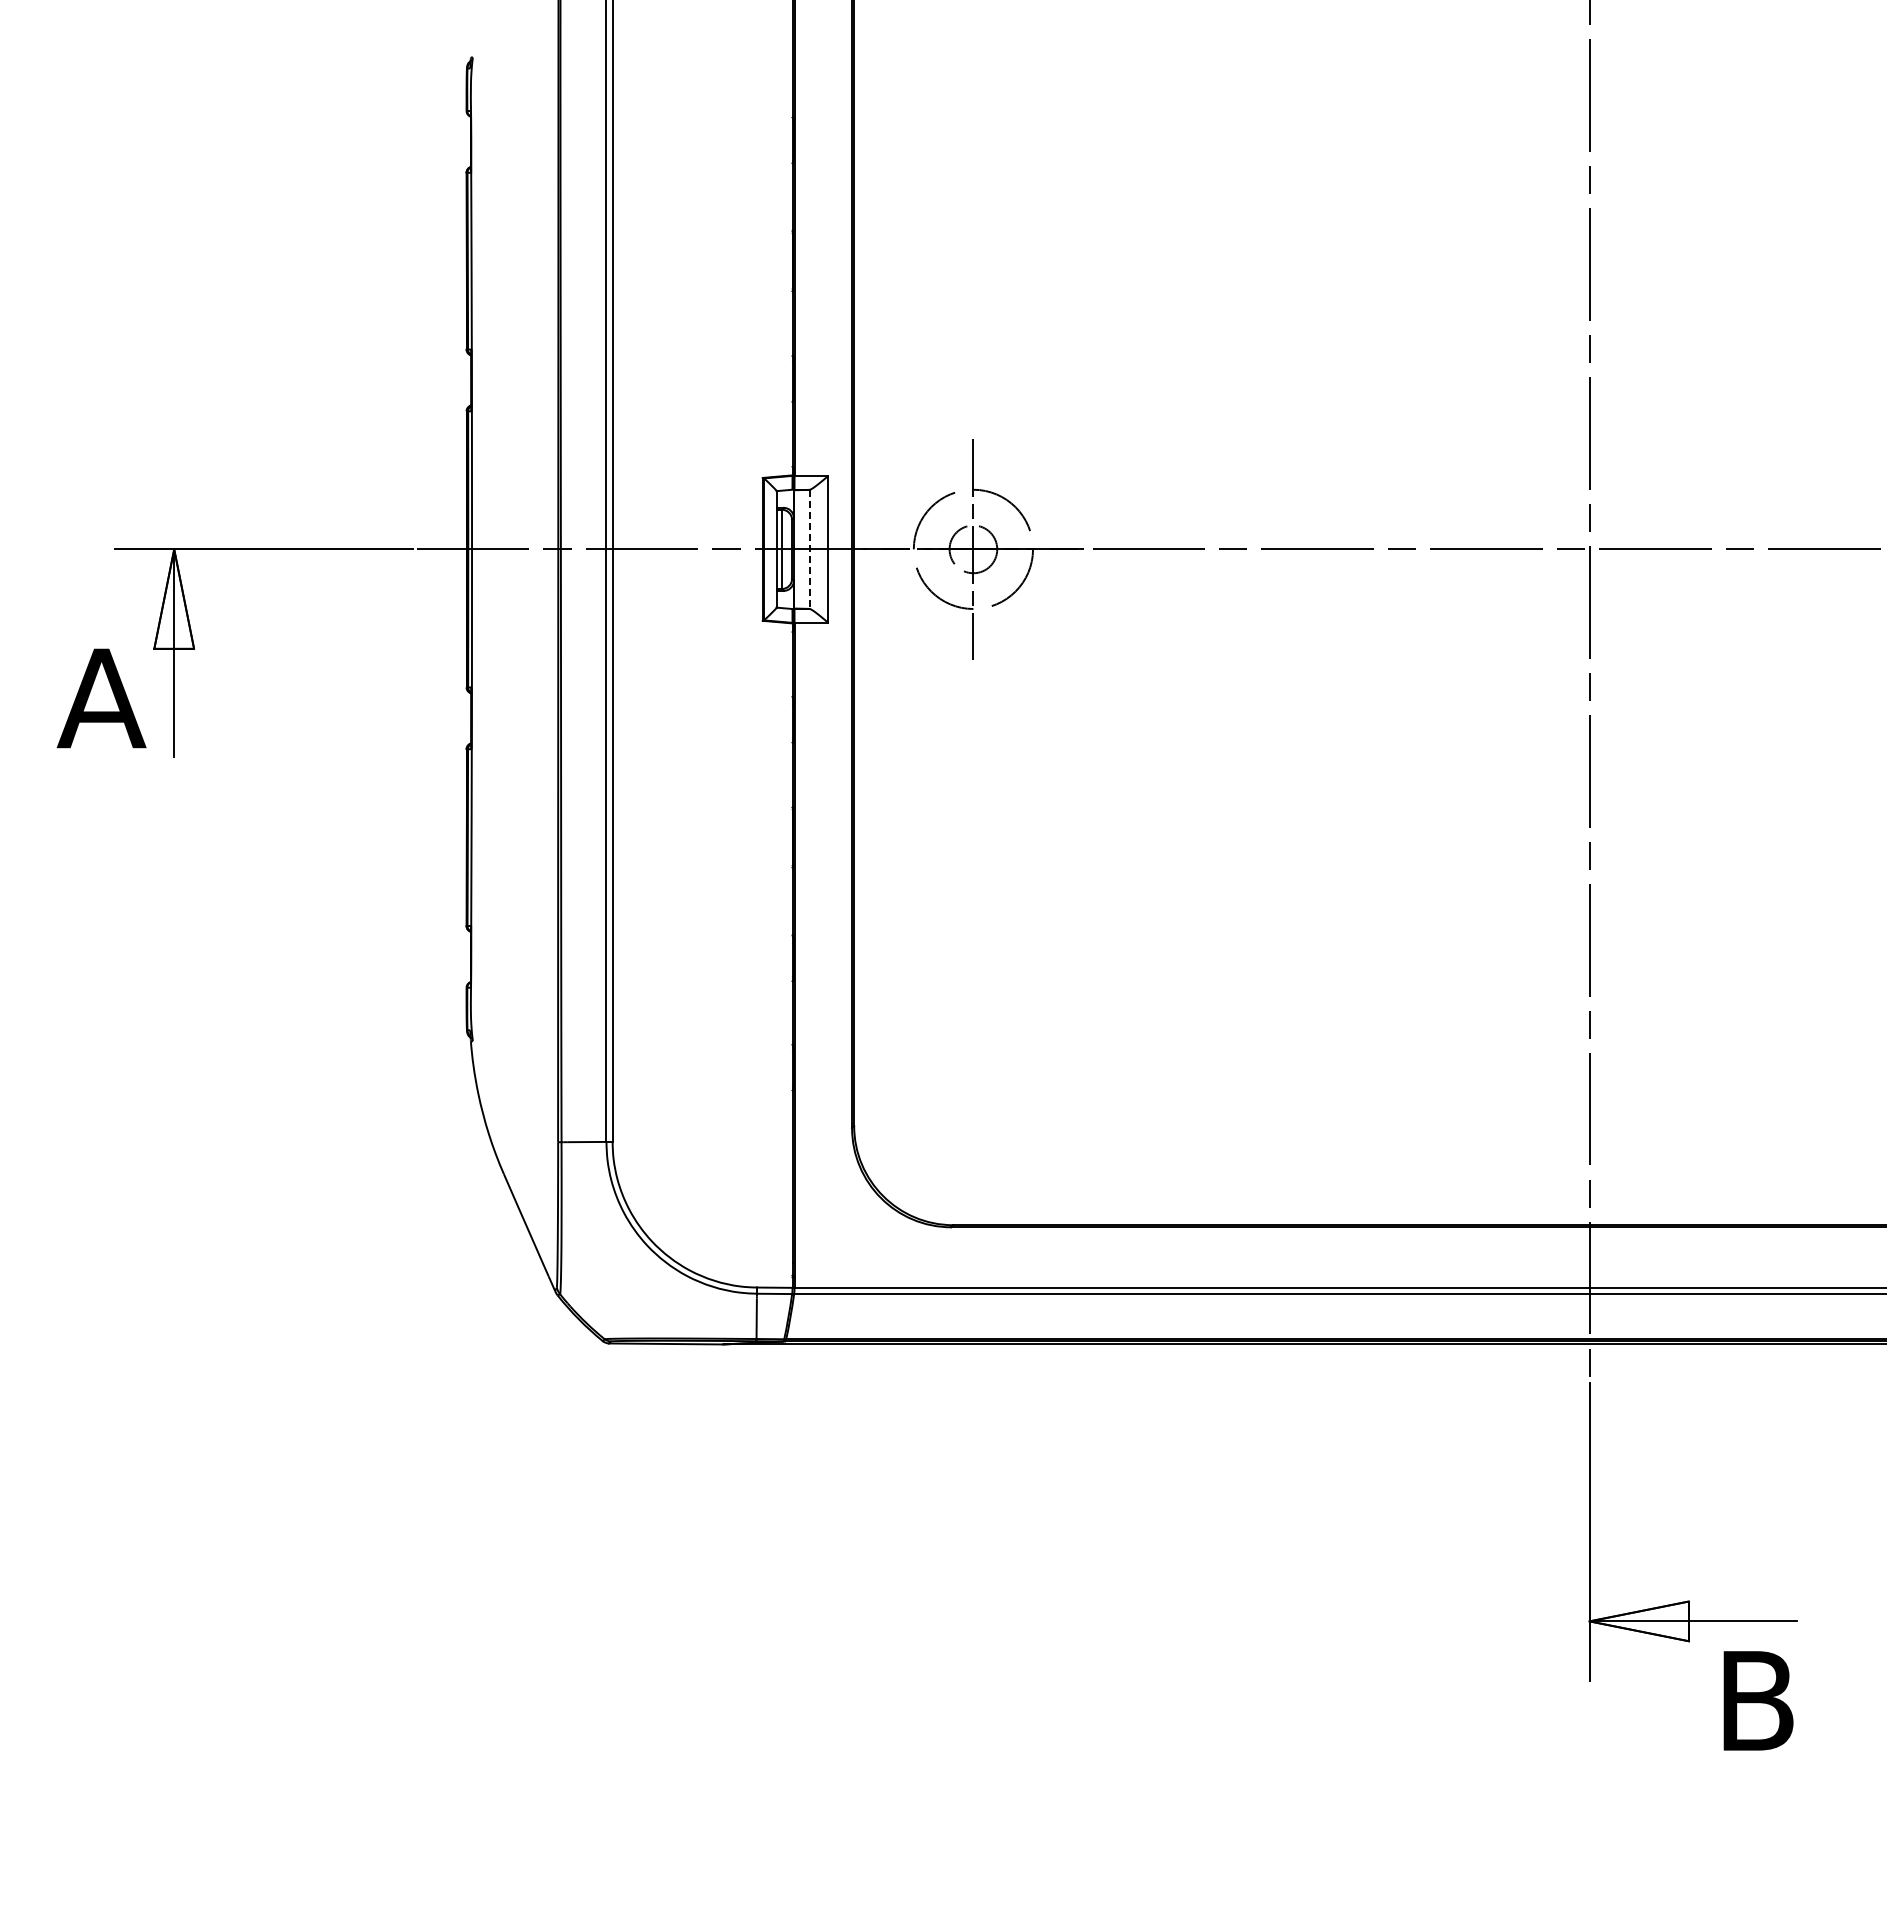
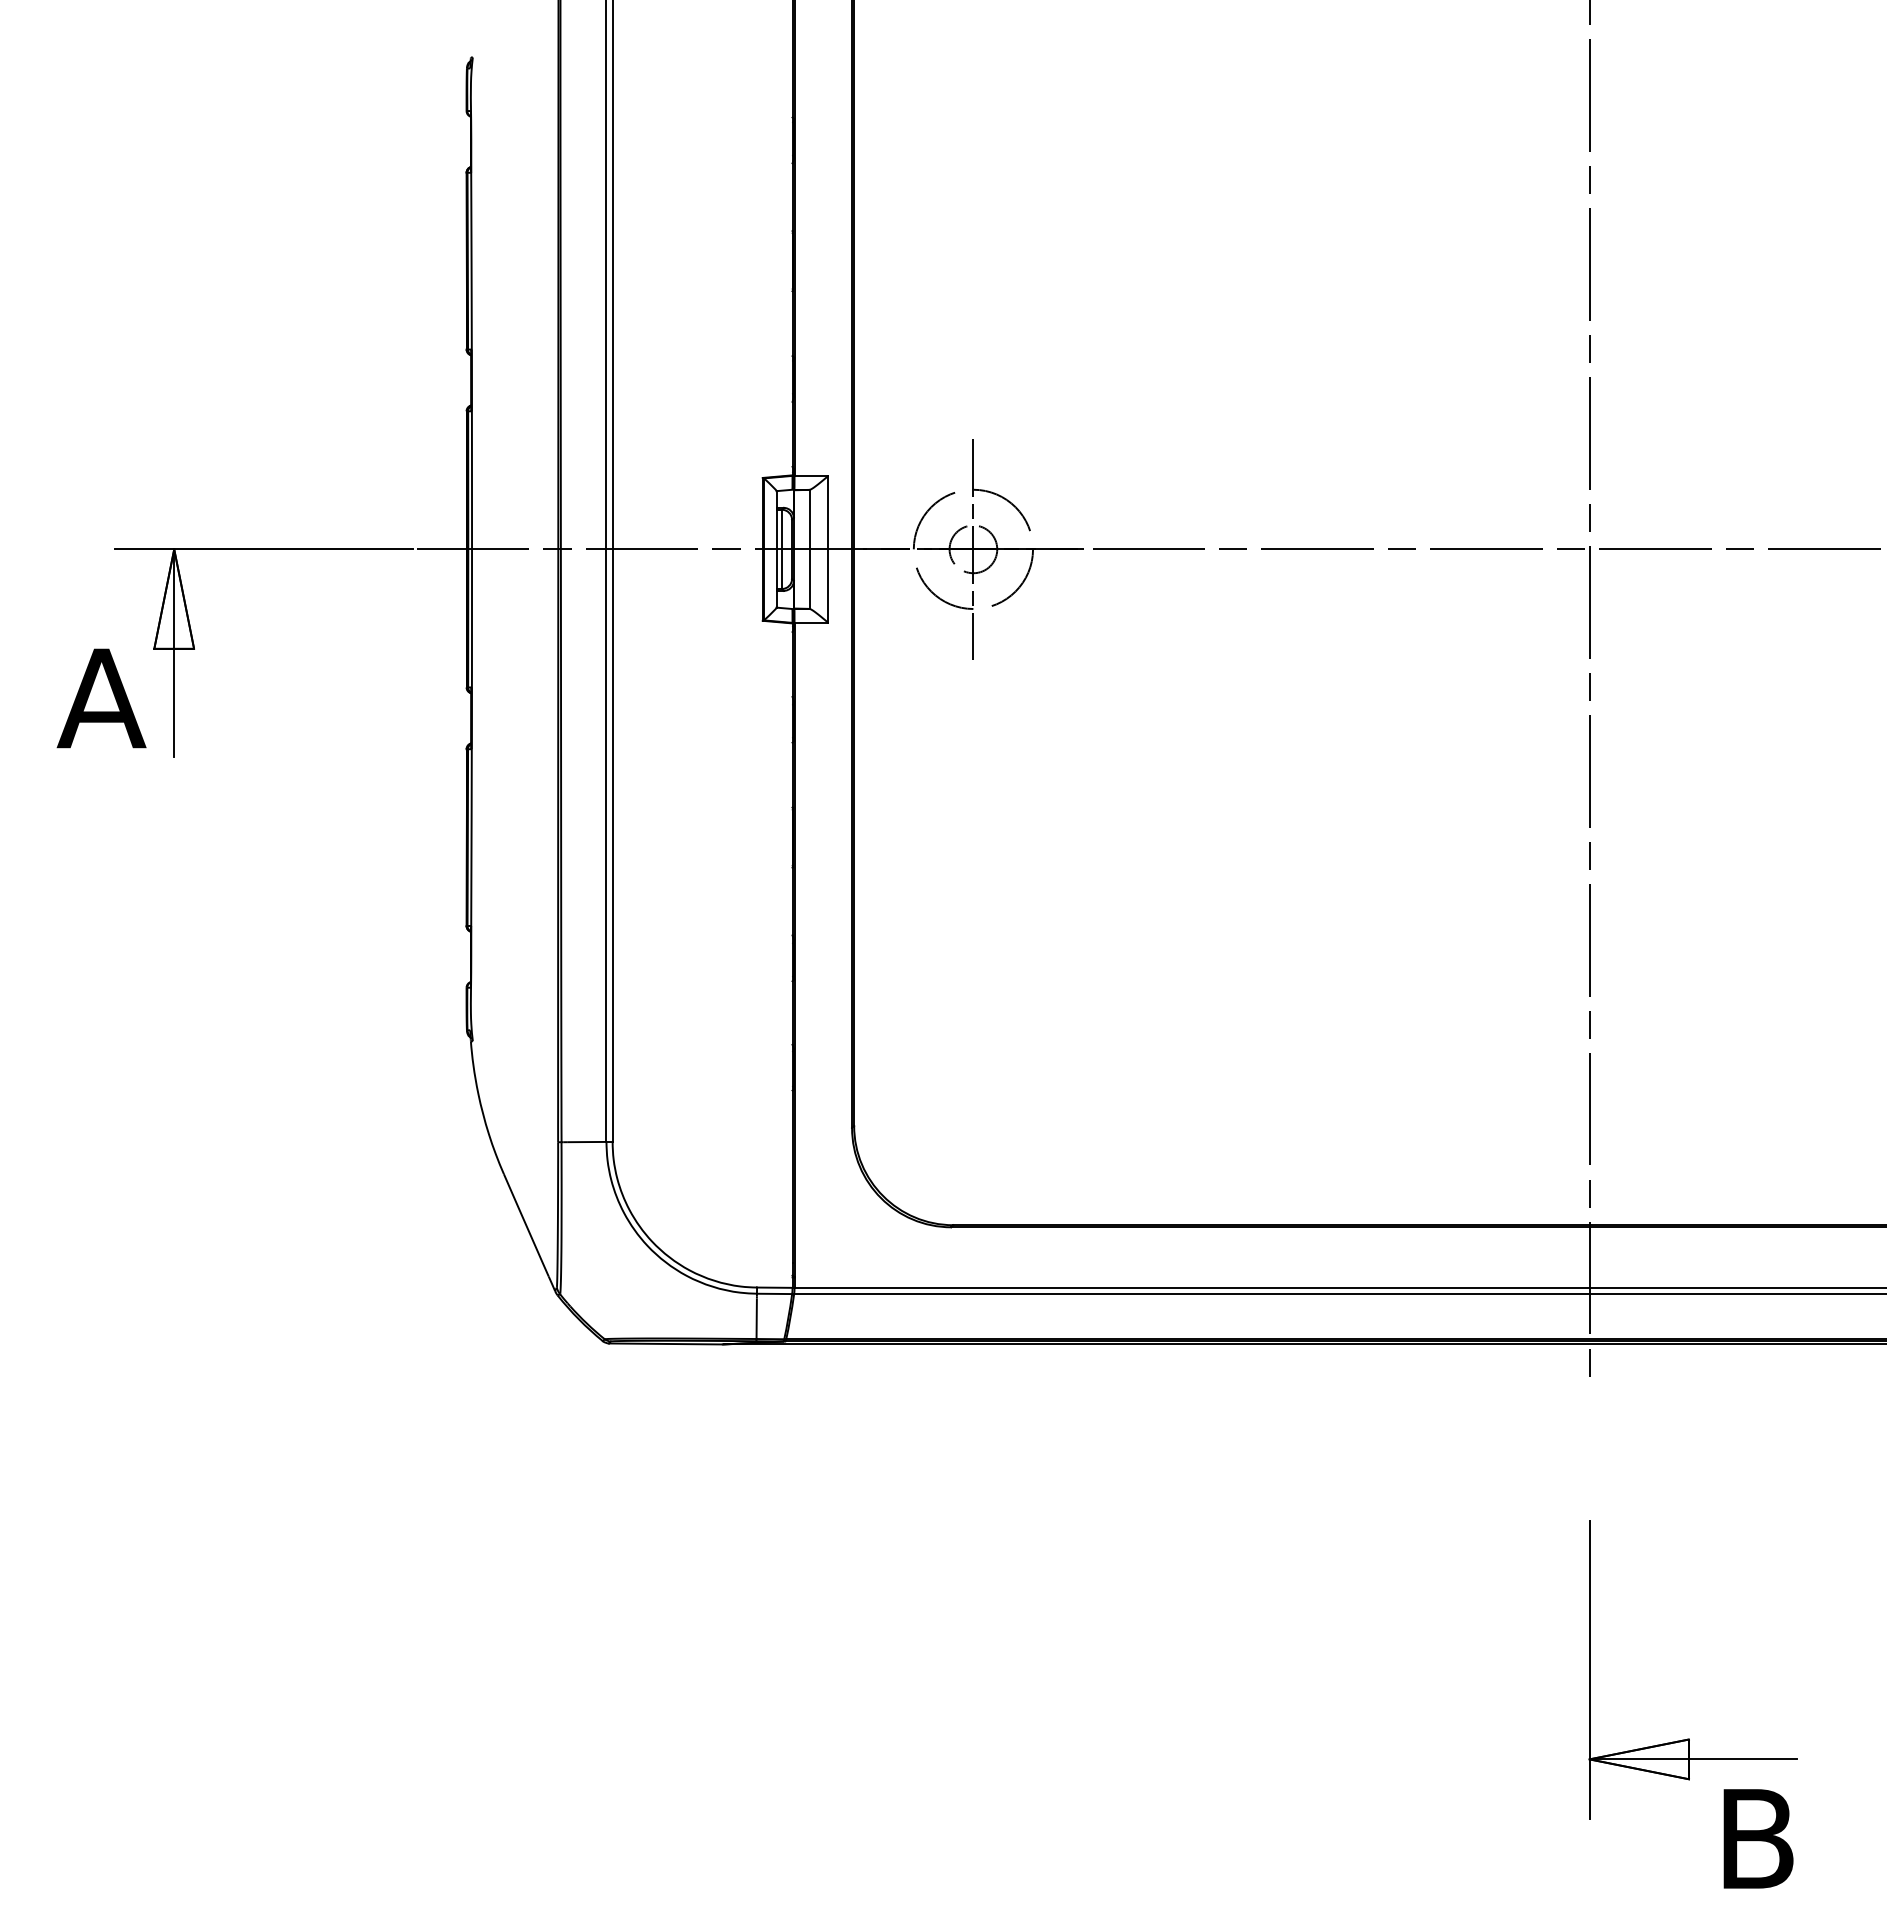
line at (809, 549): dashed -> solid
part at (1689, 1600) position: (1689, 1600) -> (1689, 1738)
